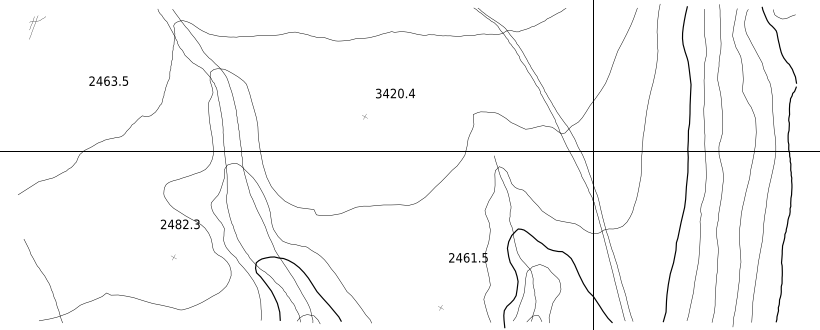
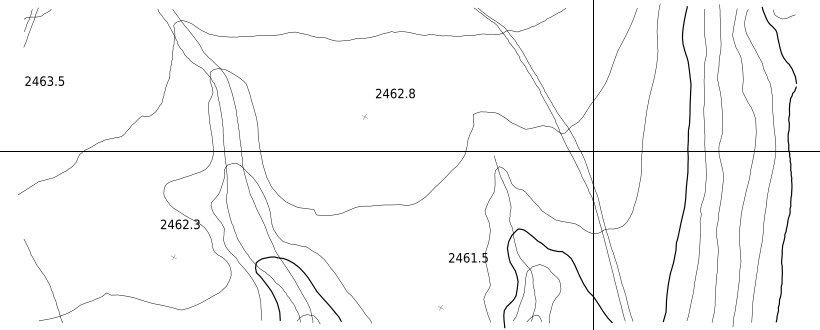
part at (37, 27) size: 17x24 px -> 29x41 px
text at (108, 80) position: (108, 80) -> (44, 80)
text at (395, 93): 3420.4 -> 2462.8
text at (178, 223): 2482.3 -> 2462.3
